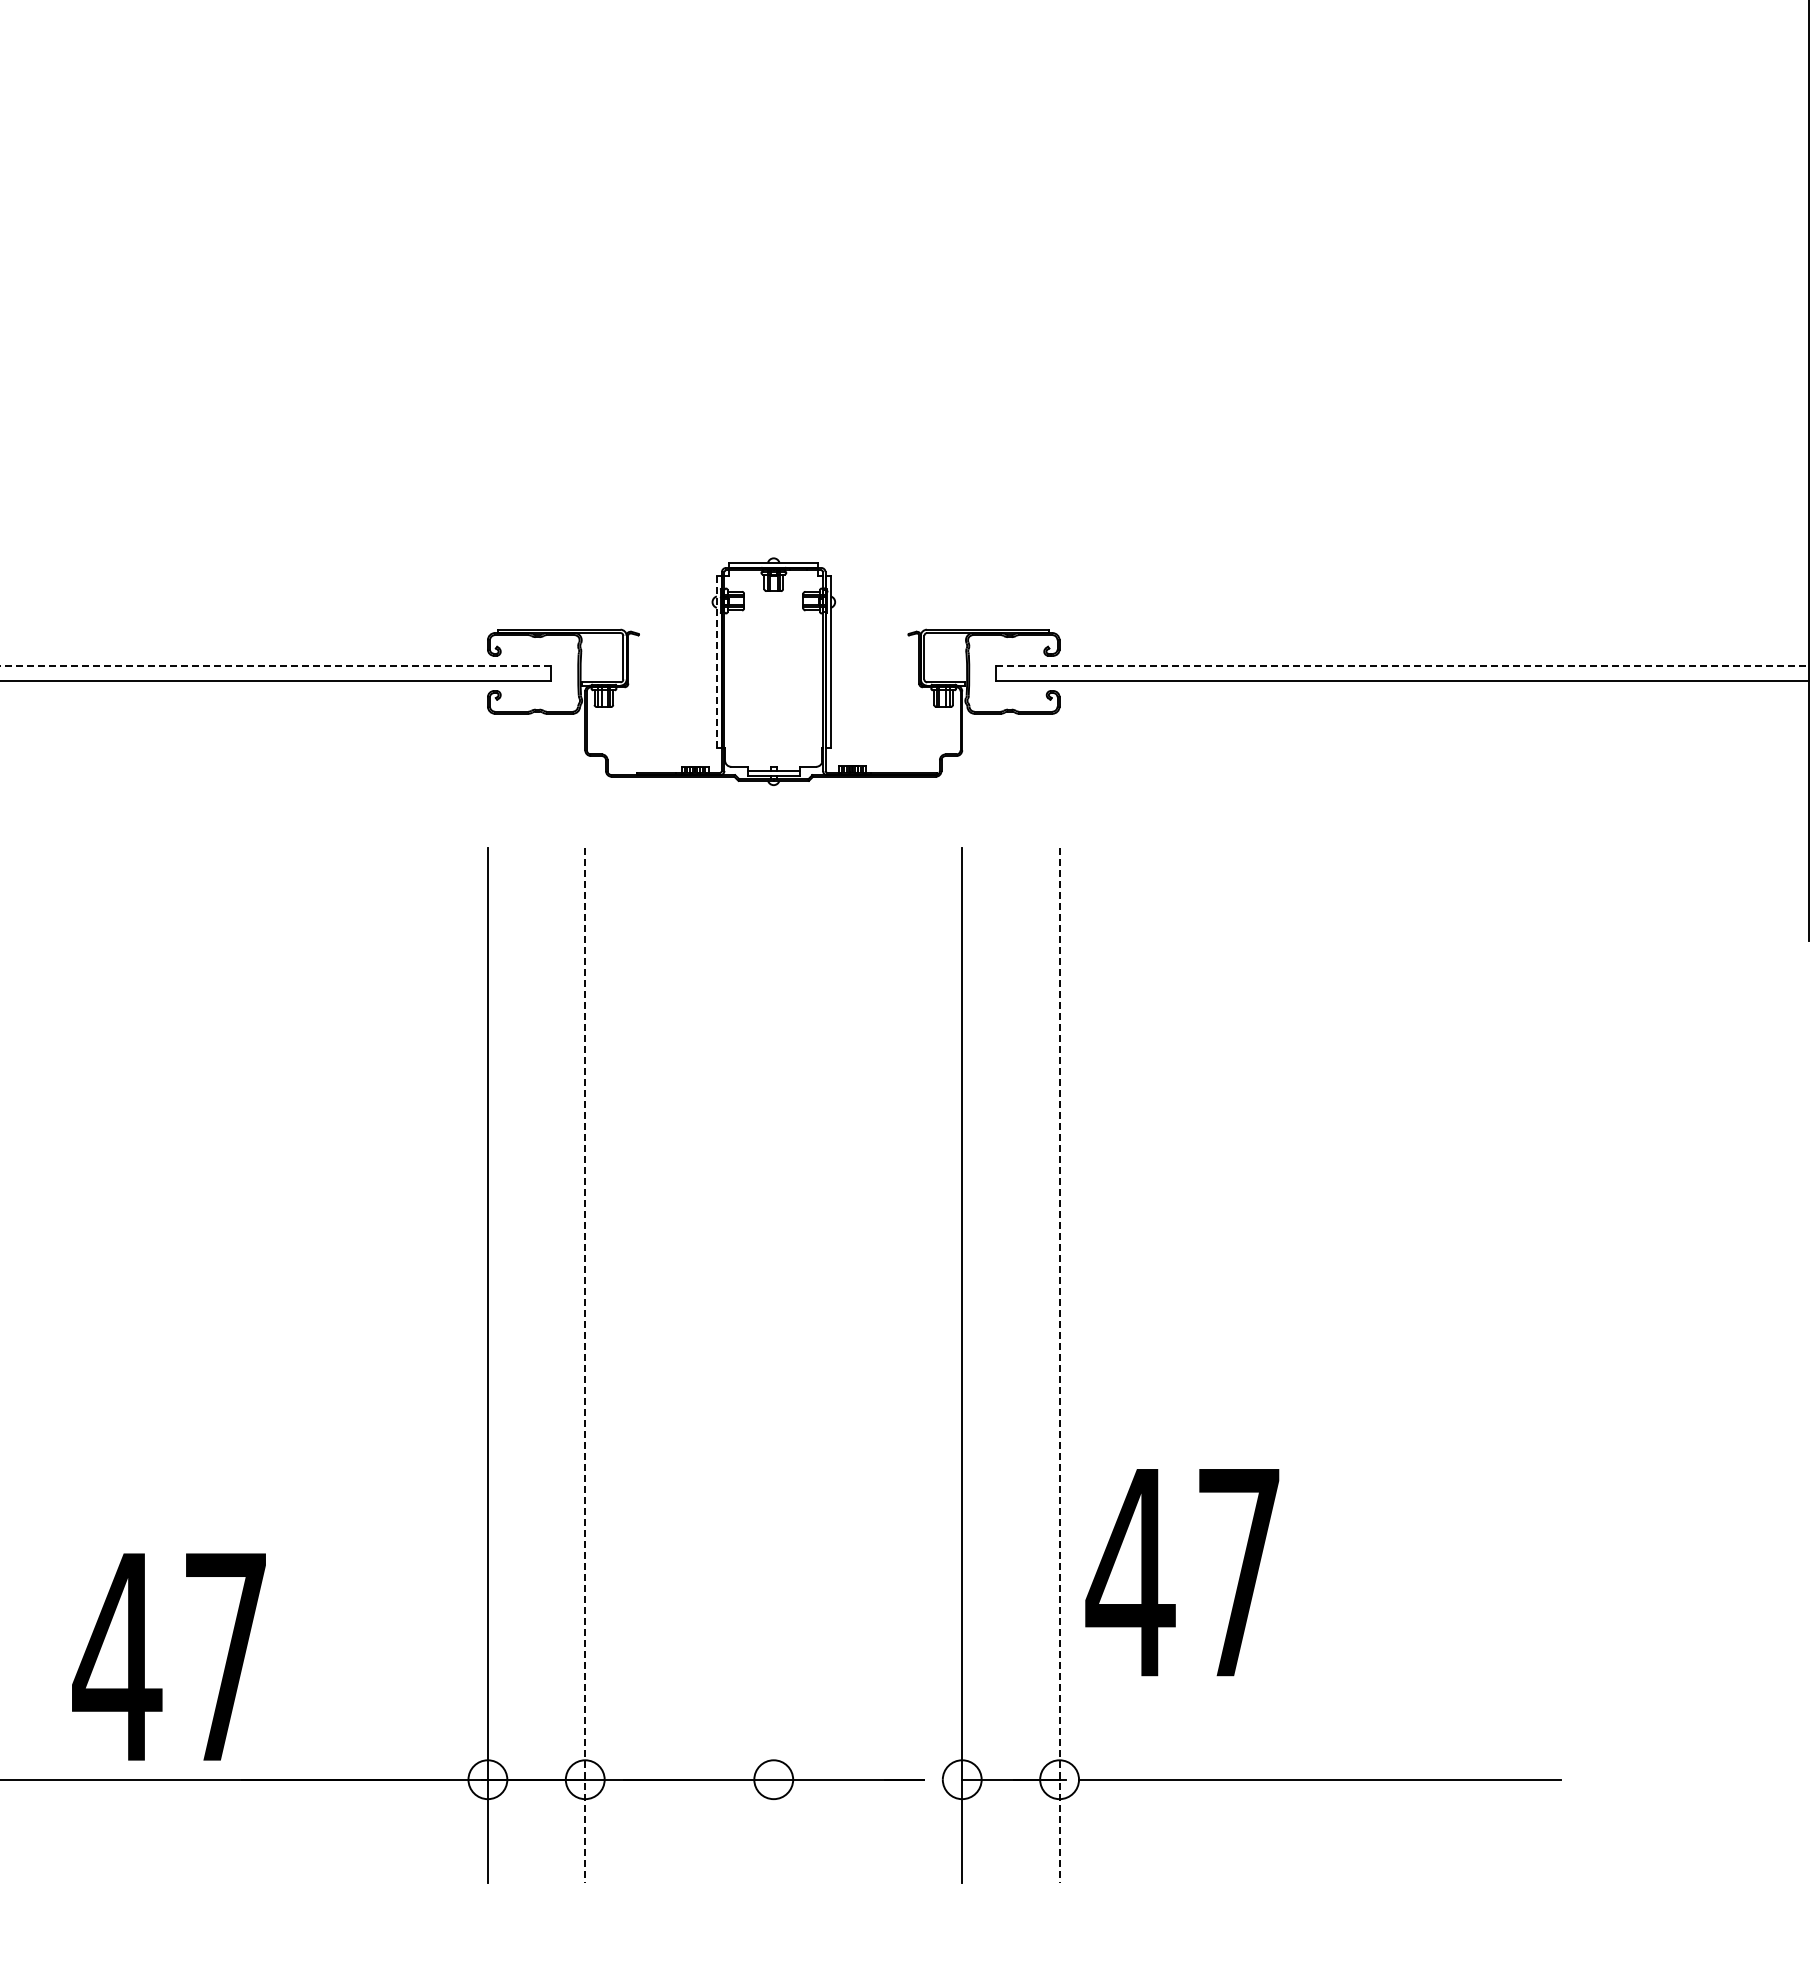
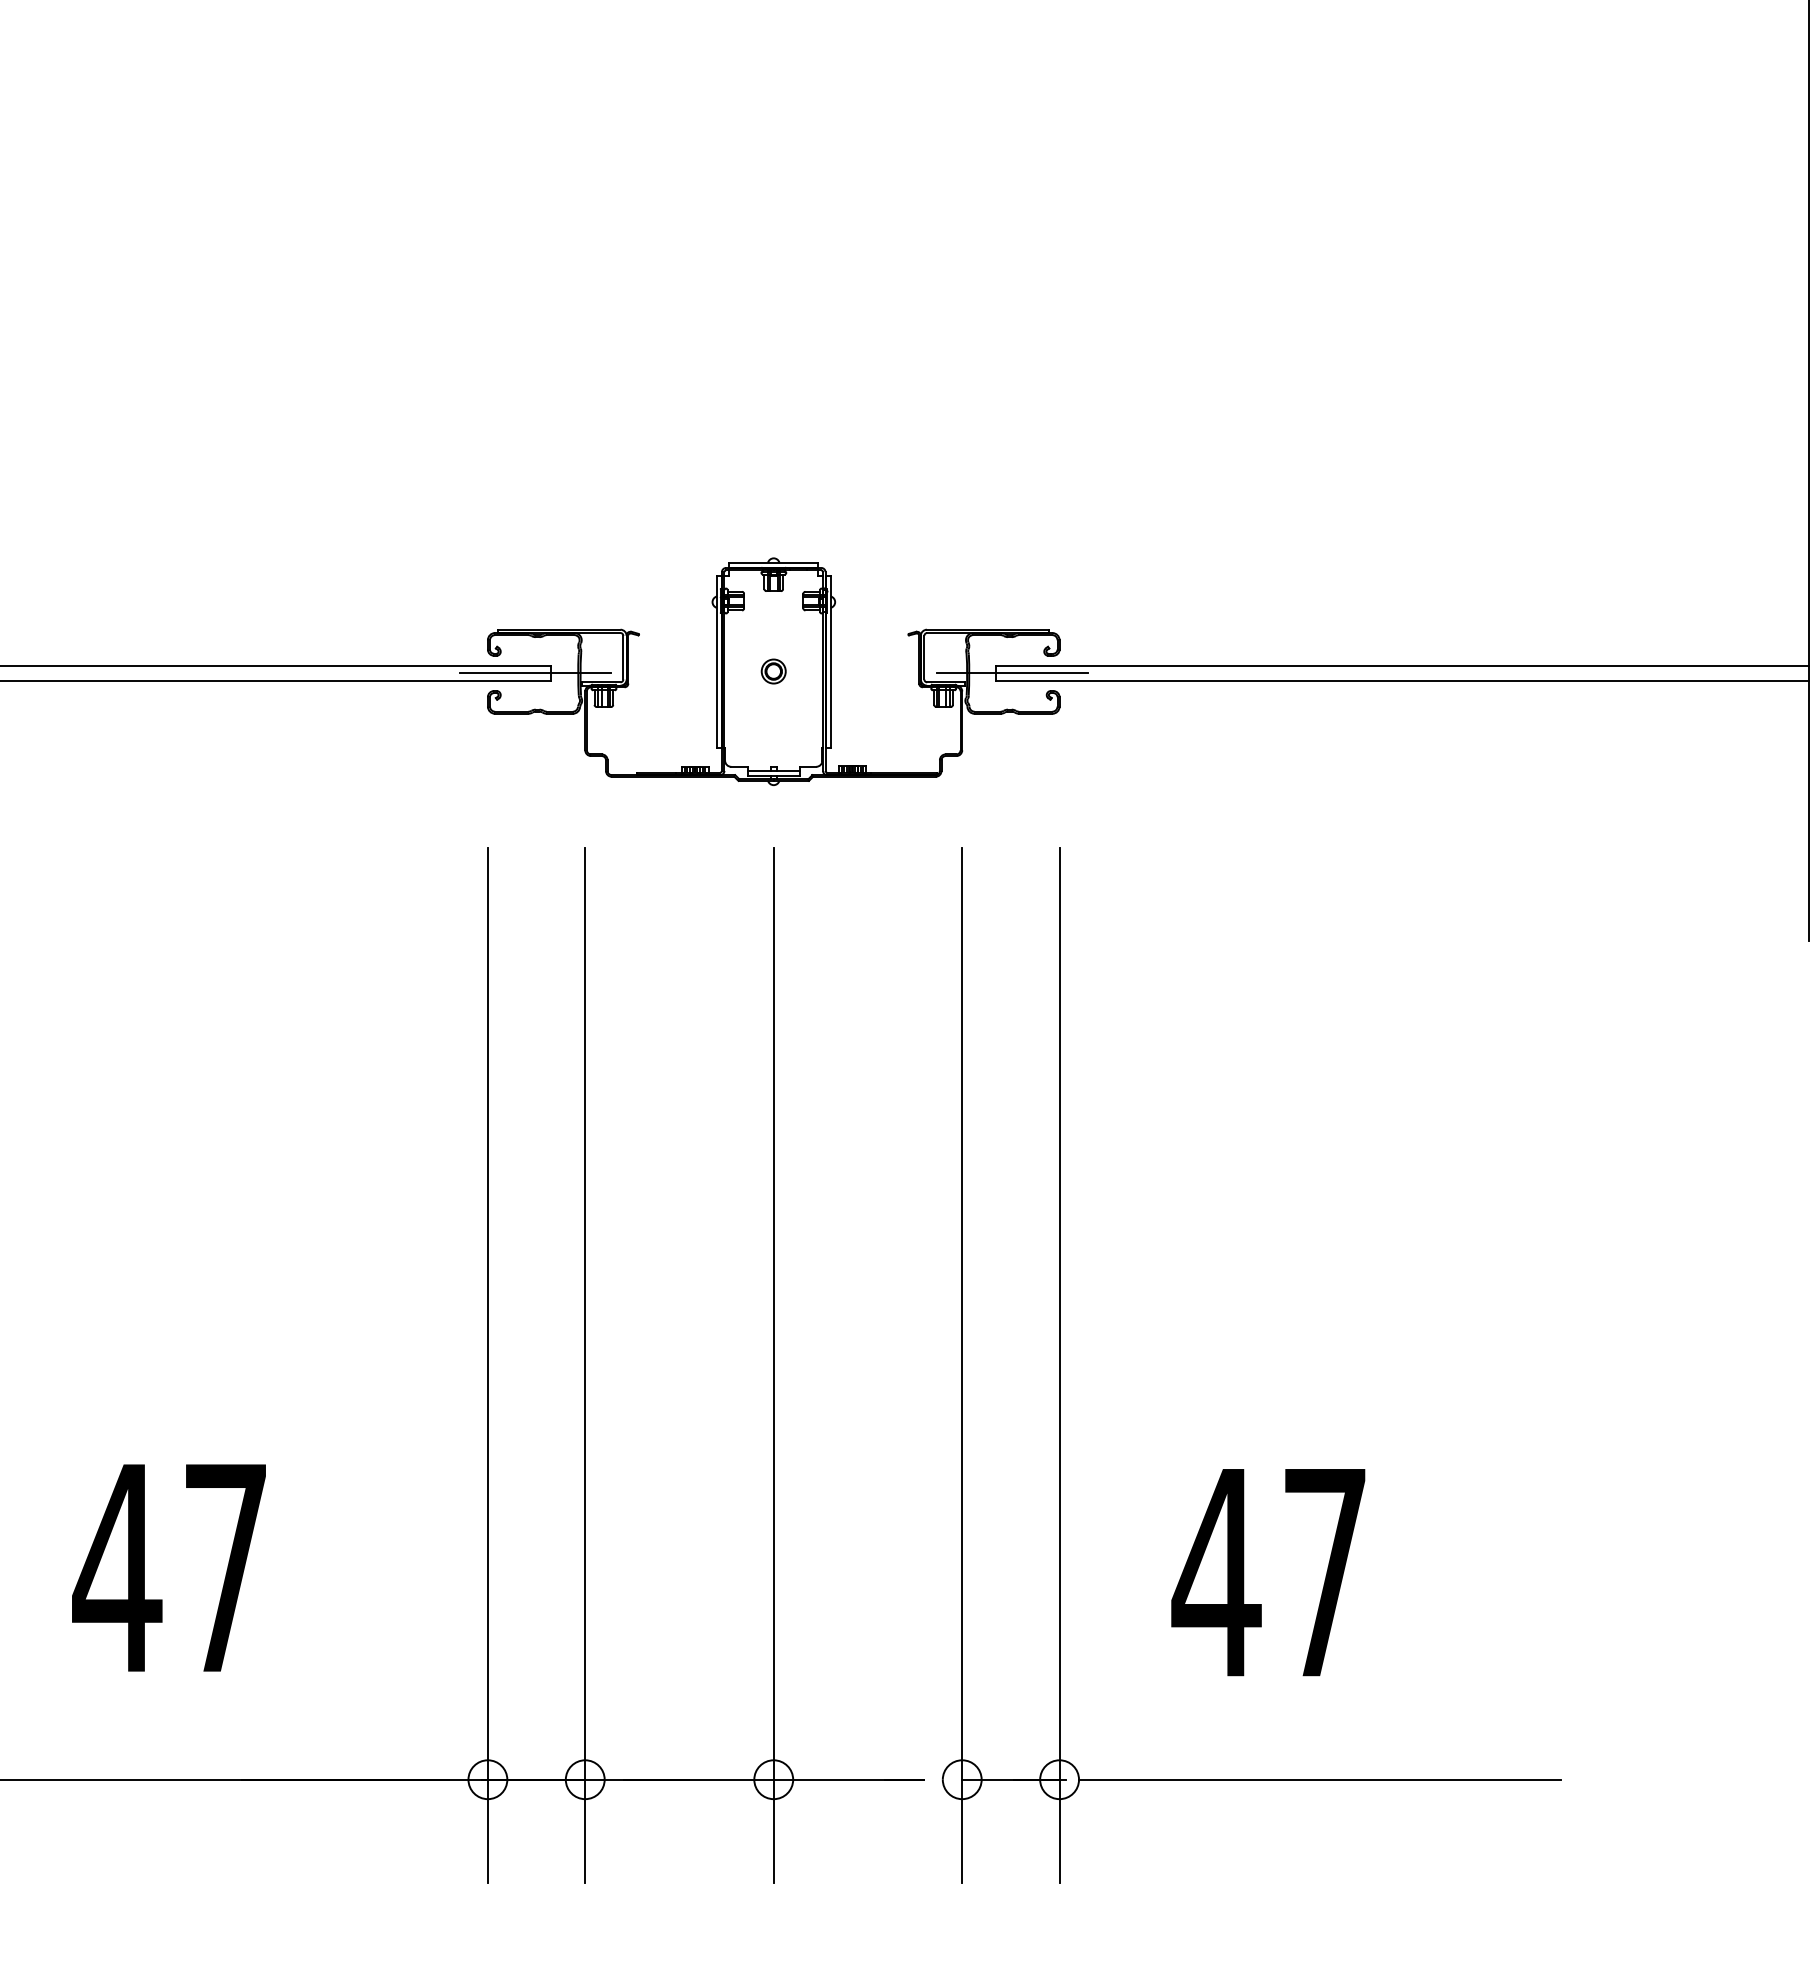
line at (716, 662): dashed -> solid
line at (275, 666): dashed -> solid
line at (1402, 666): dashed -> solid
part at (773, 671): none -> present
line at (534, 673): none -> present
line at (1012, 673): none -> present
line at (585, 1365): dashed -> solid
line at (773, 1365): none -> present
line at (1059, 1365): dashed -> solid
text at (1182, 1572) position: (1182, 1572) -> (1268, 1572)
text at (168, 1656) position: (168, 1656) -> (168, 1567)
